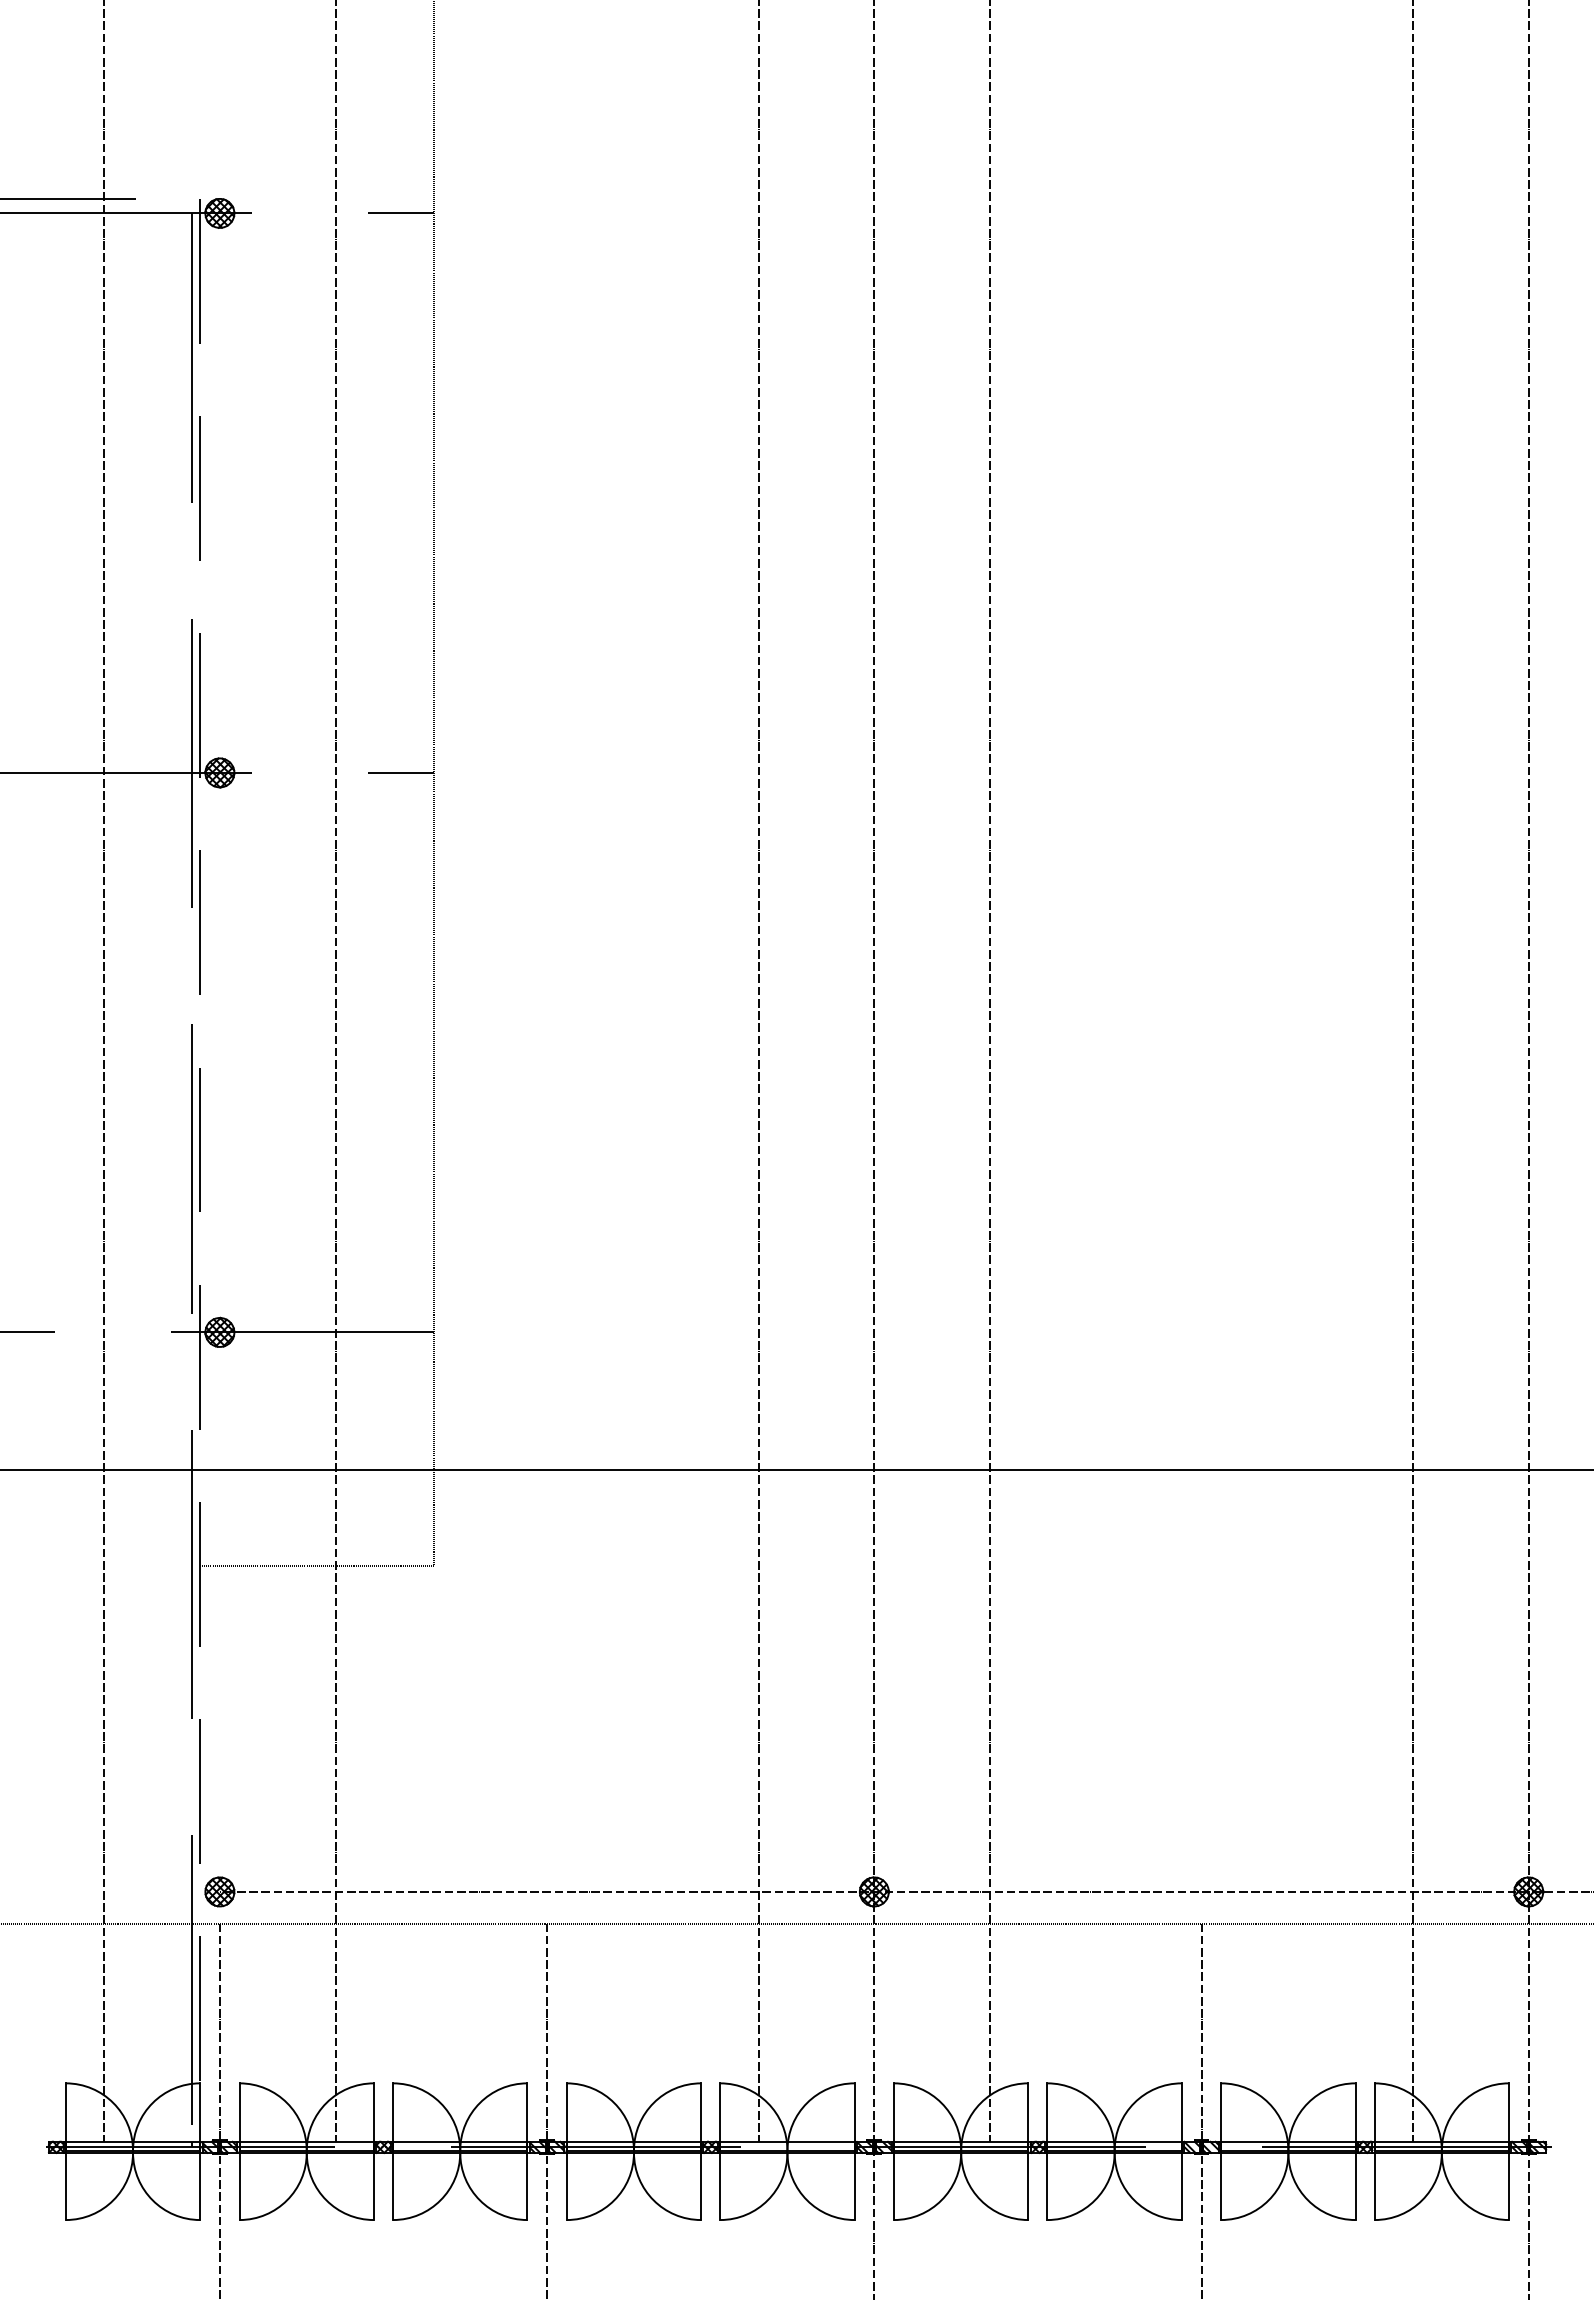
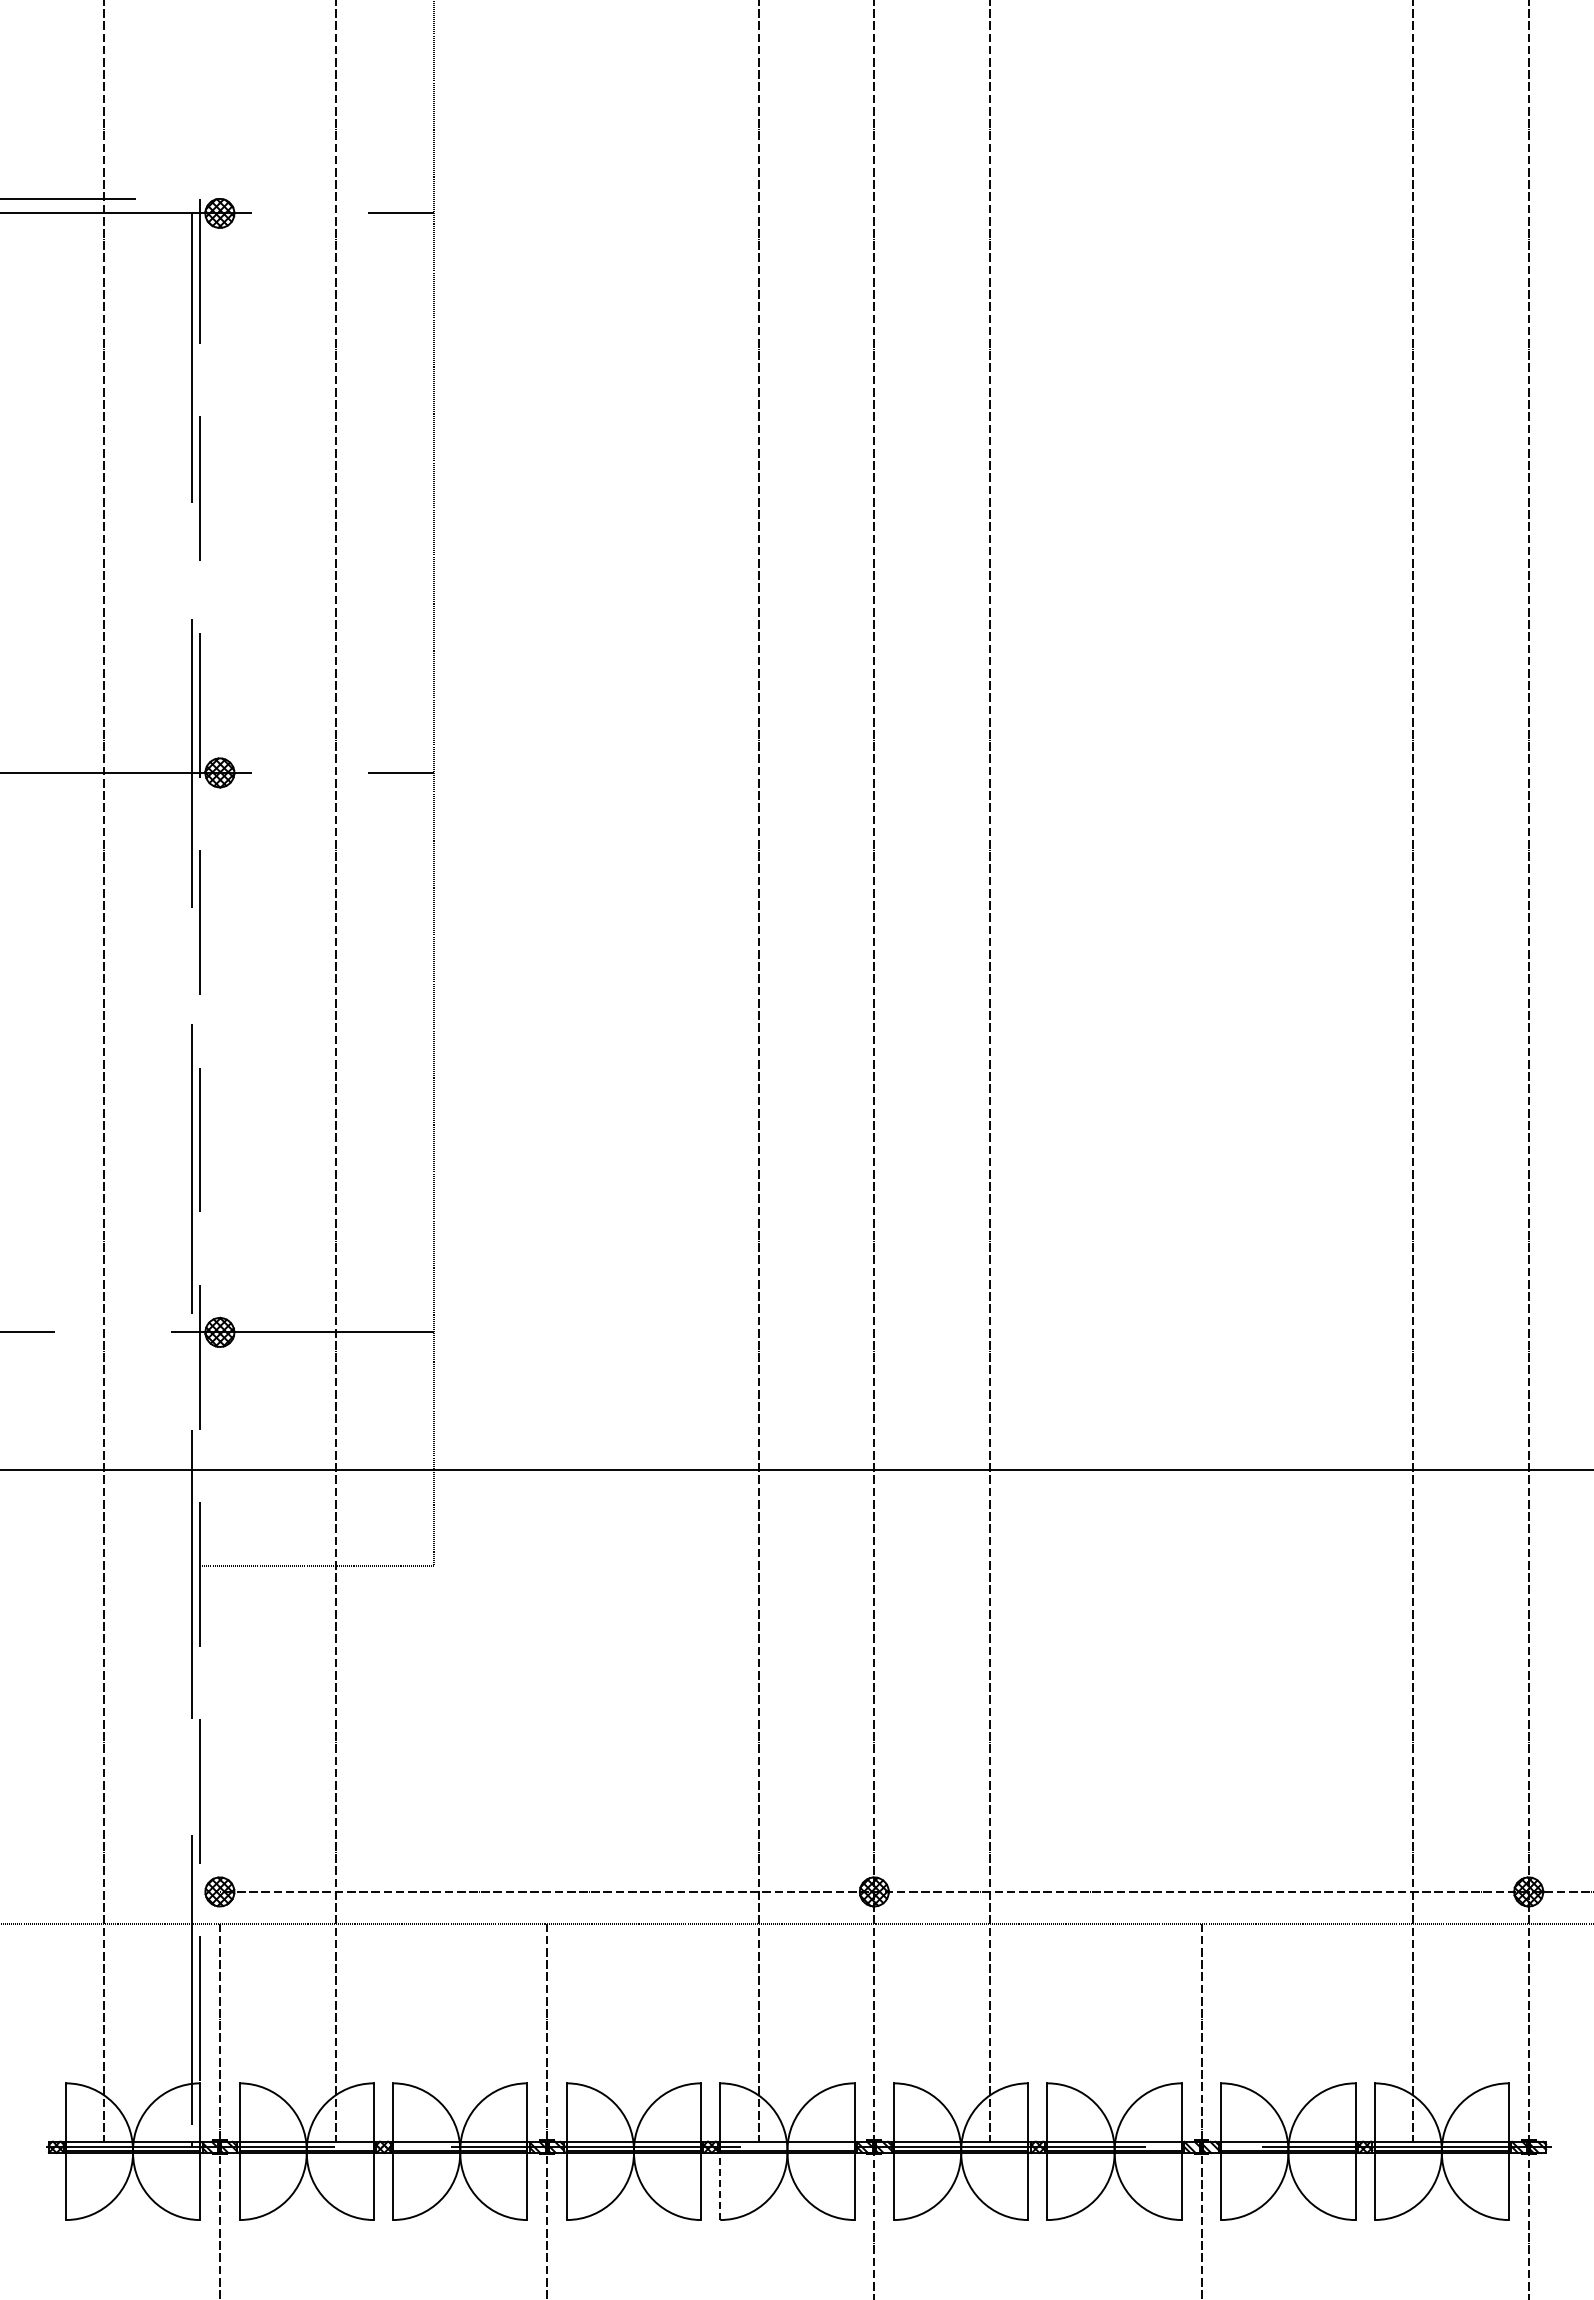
line at (720, 2186): solid -> dashed
